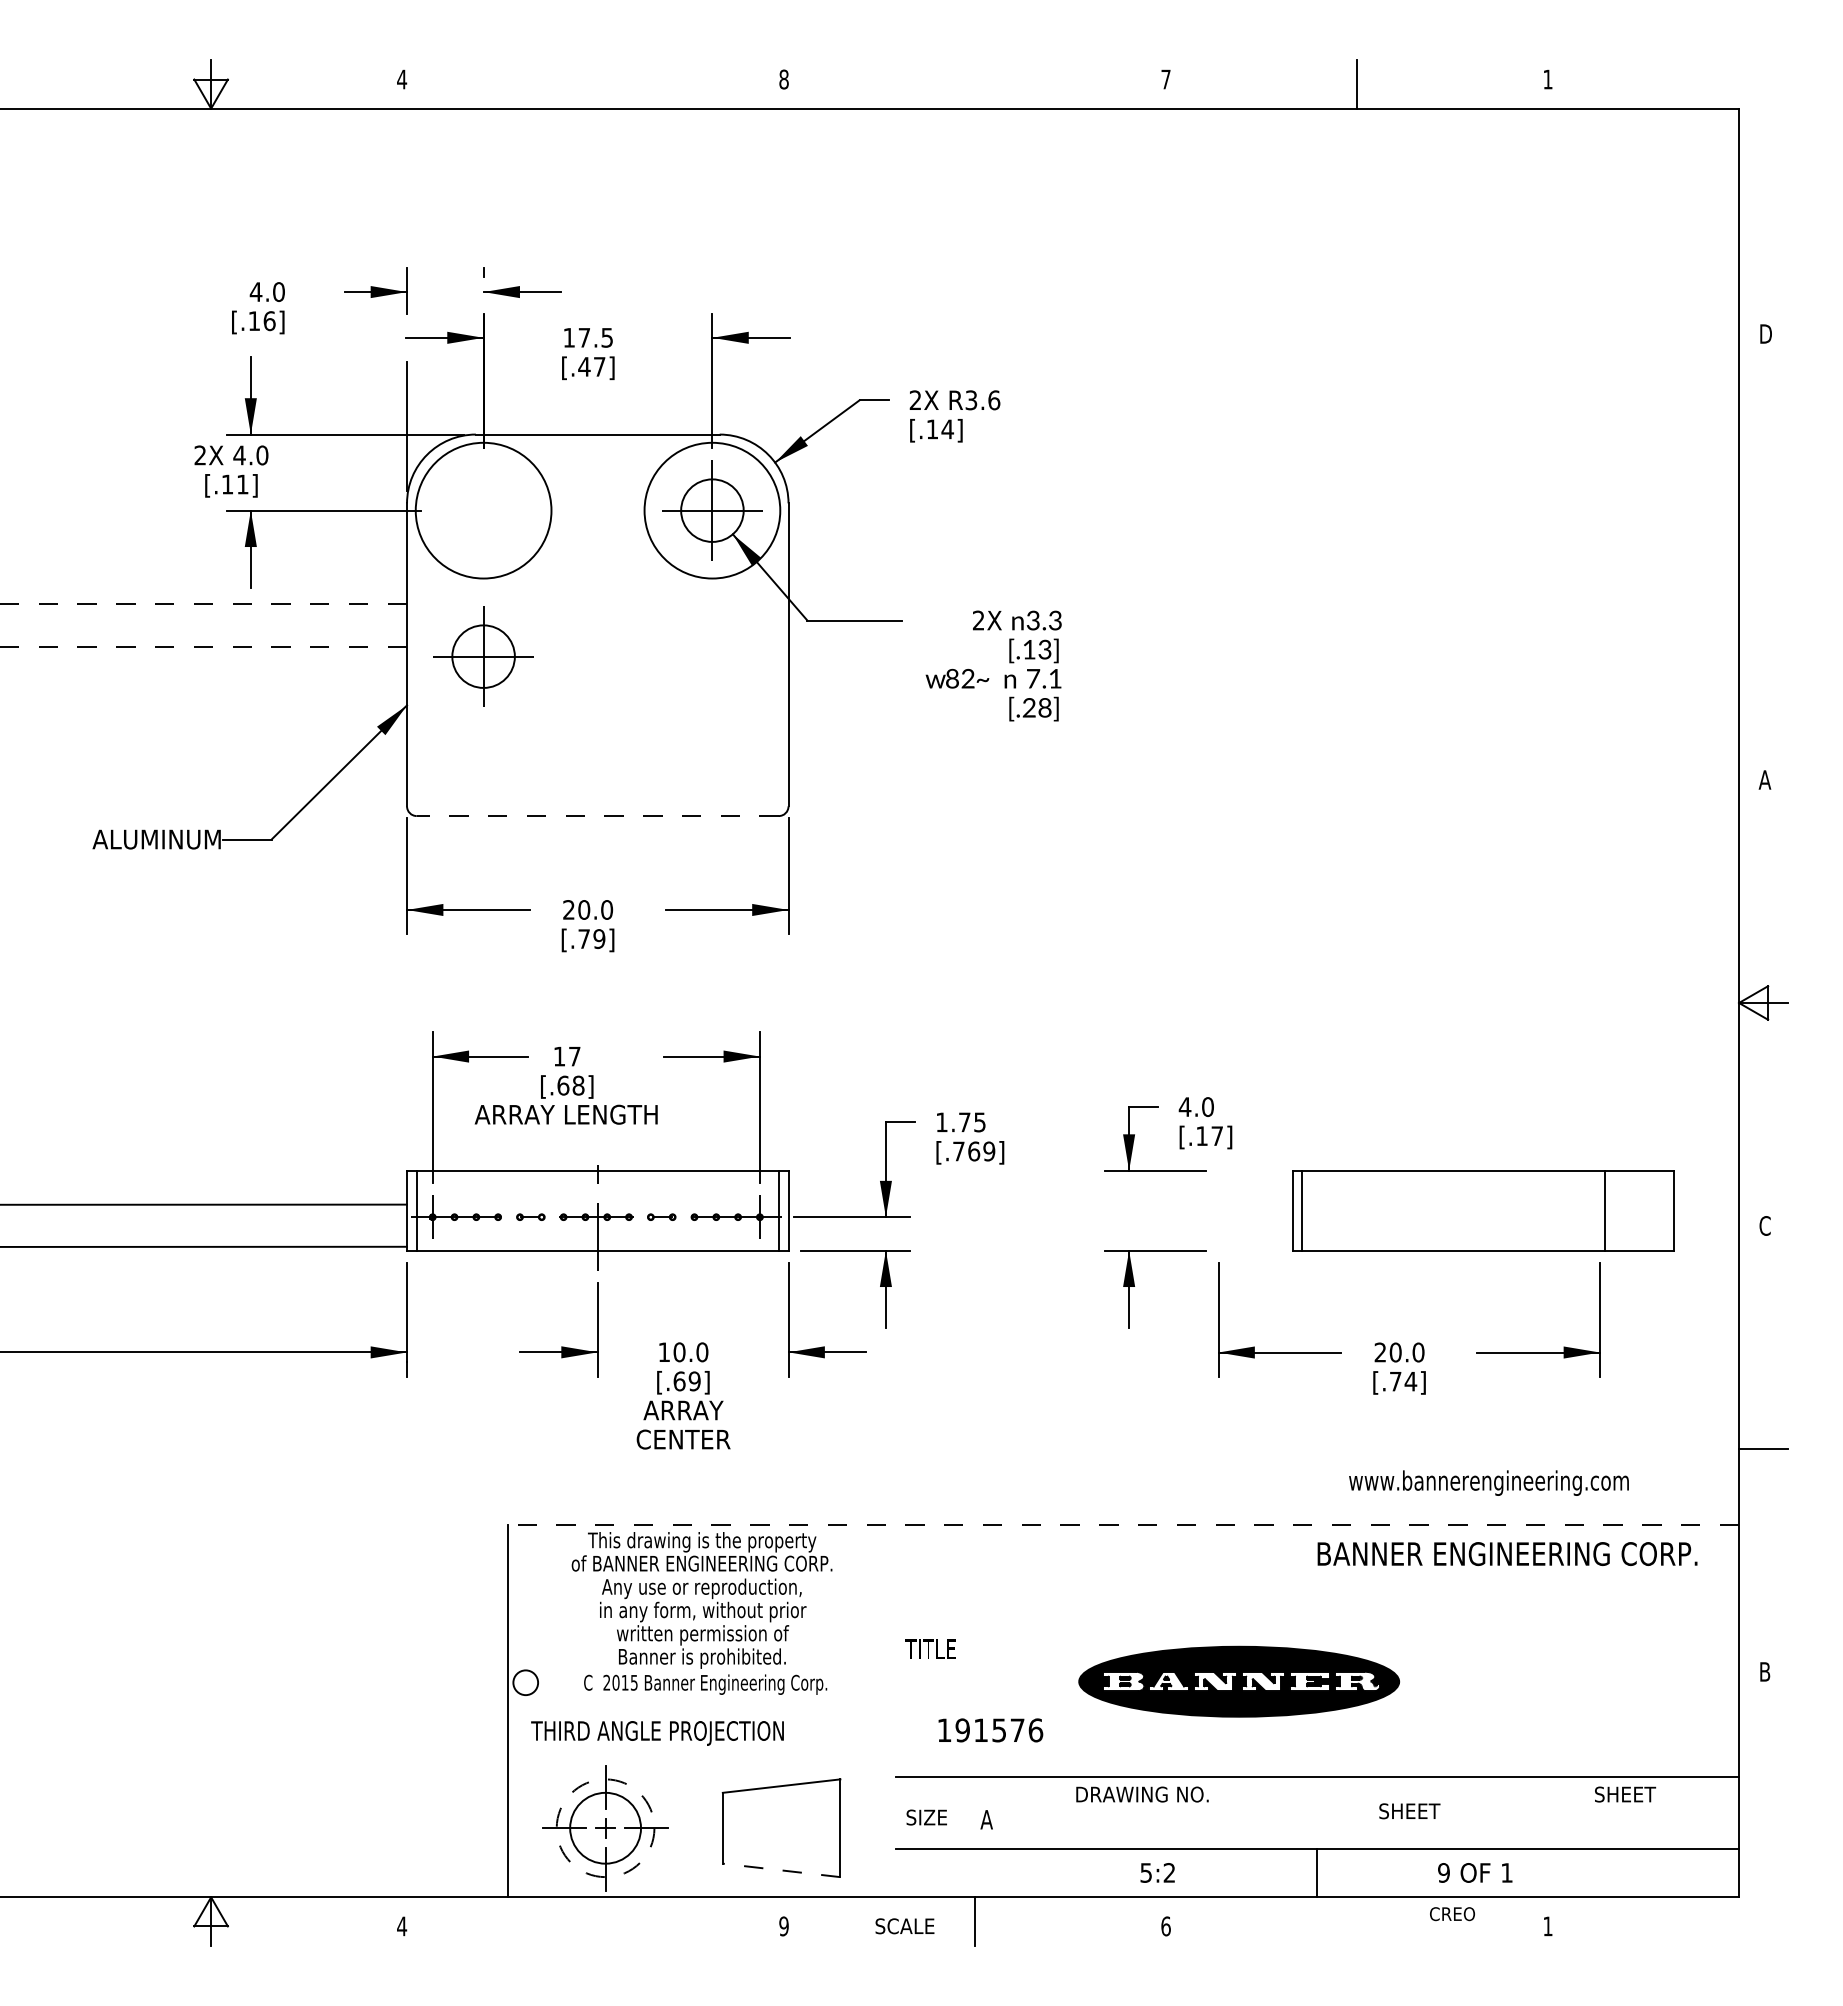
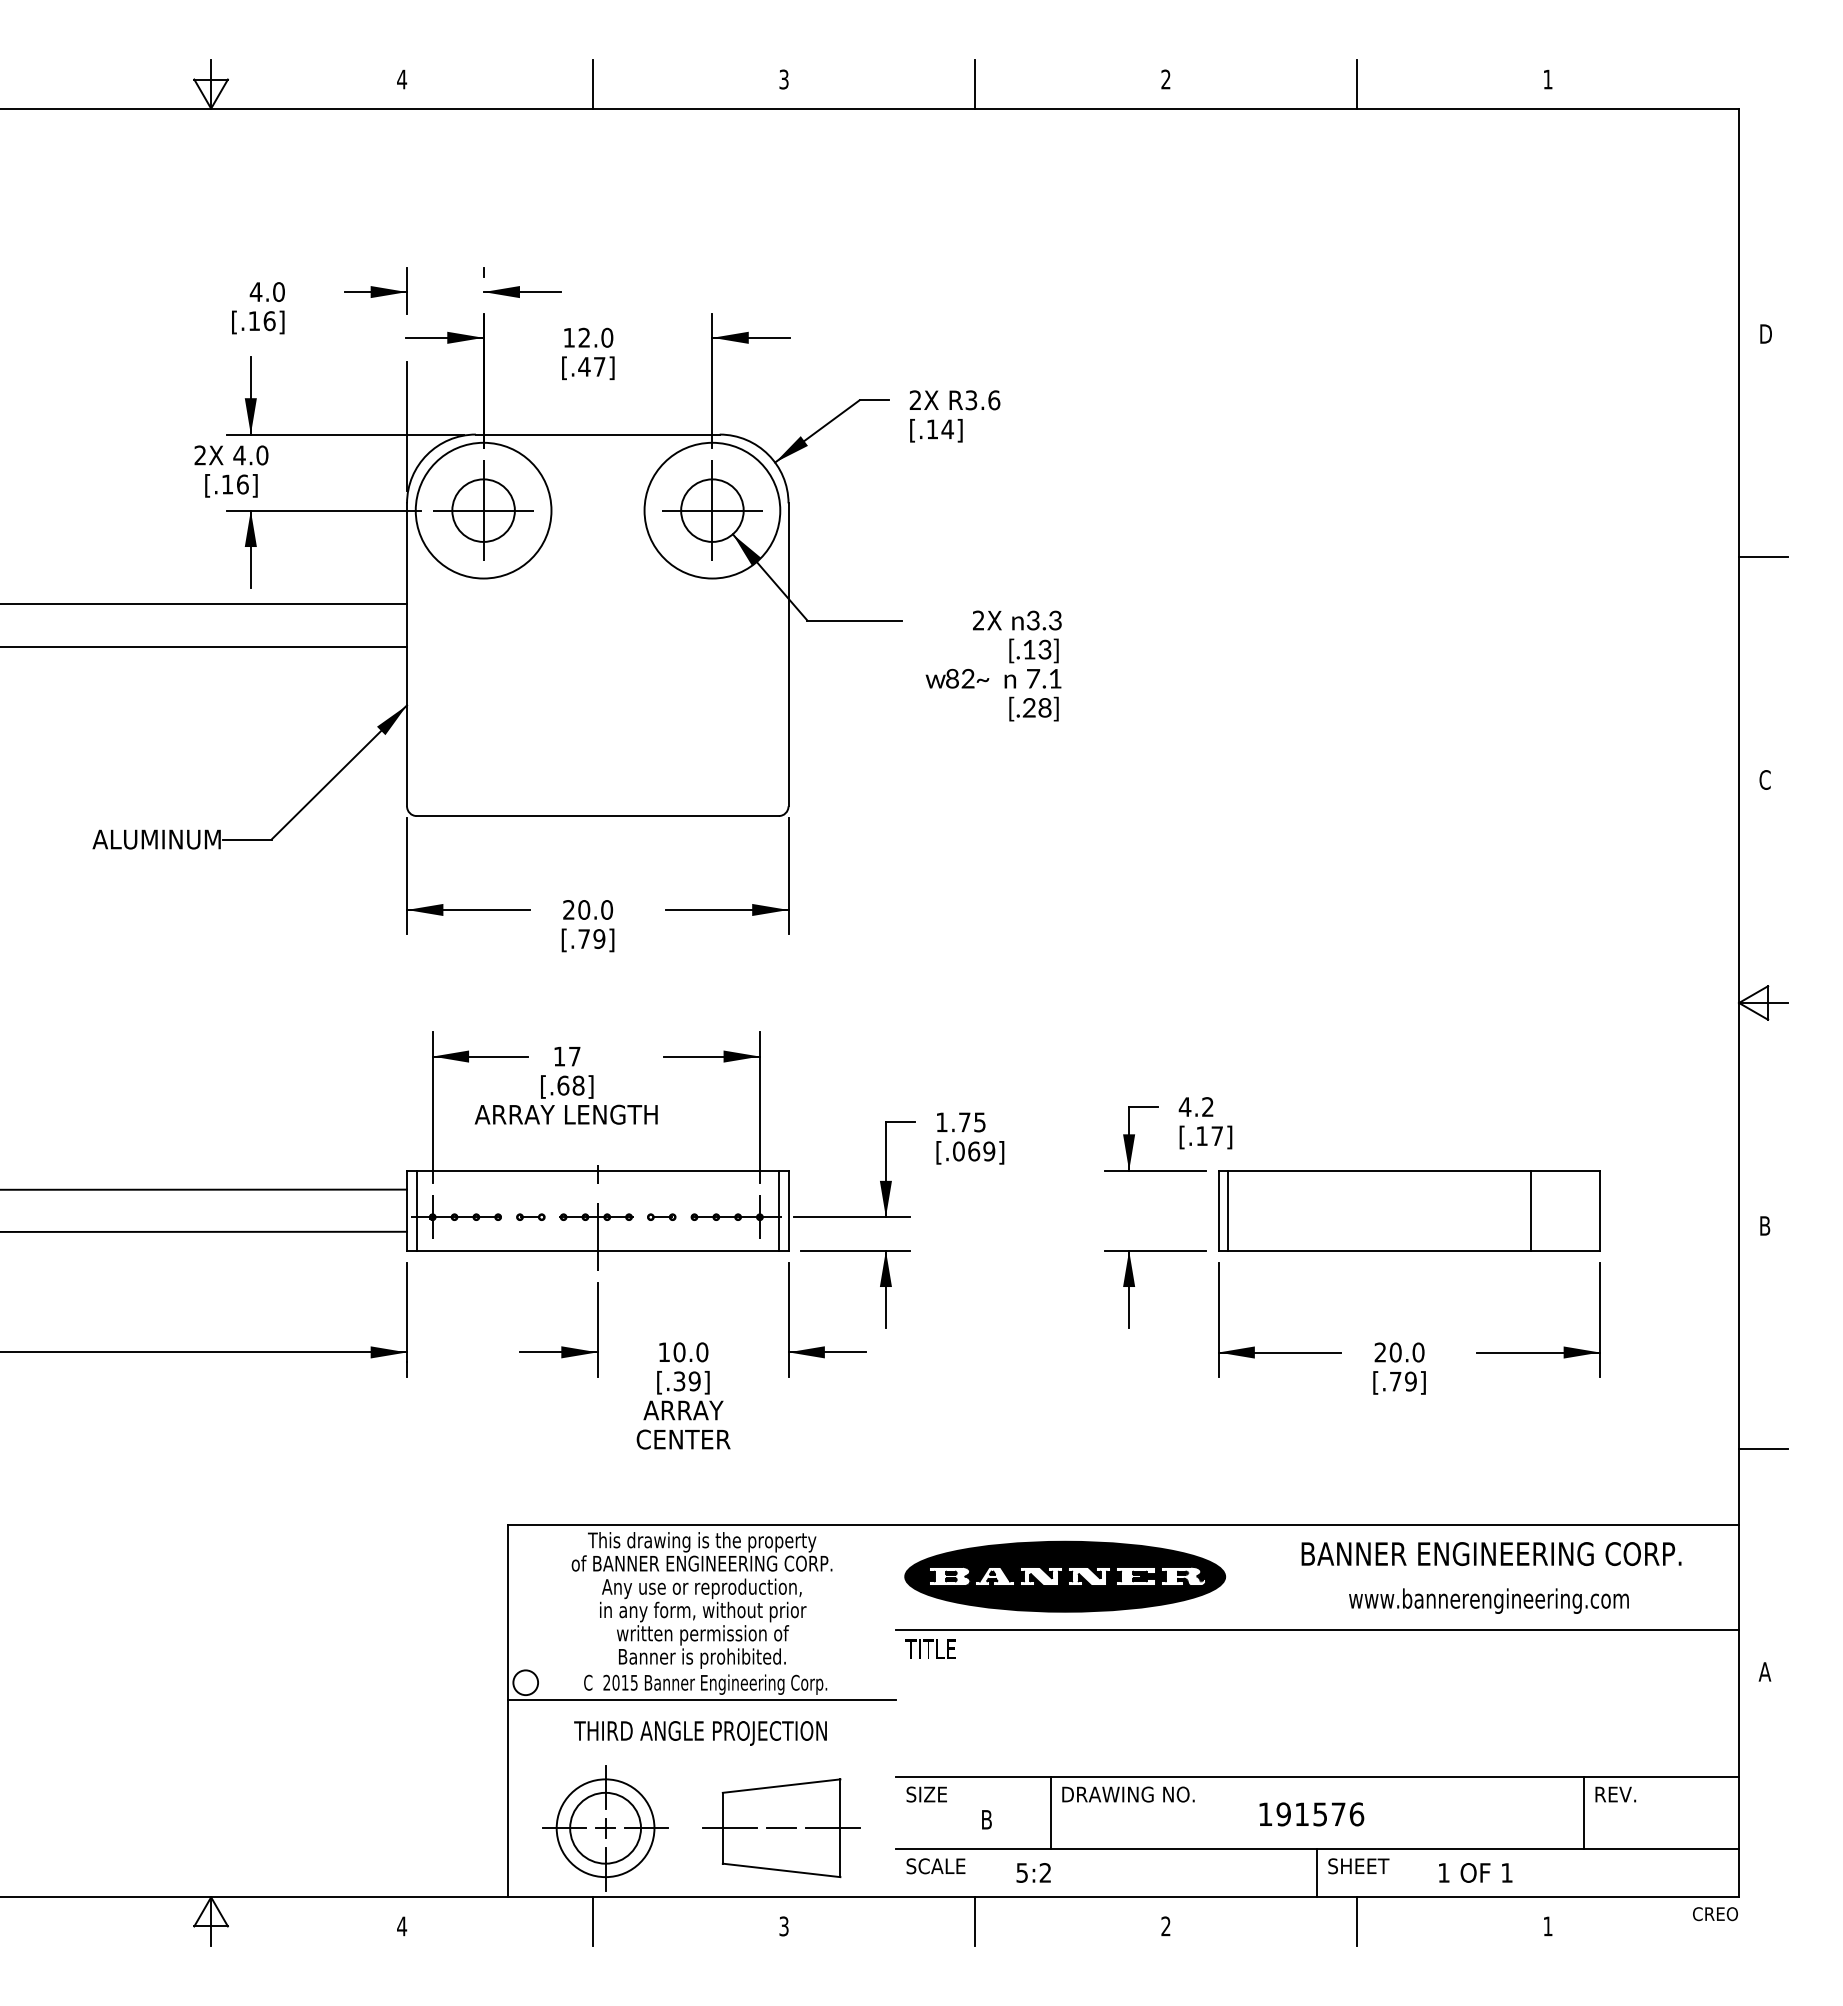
text at (783, 79): 8 -> 3
text at (1165, 79): 7 -> 2
line at (593, 84): none -> present
line at (975, 84): none -> present
text at (595, 337): 17.5 -> 12.0
text at (242, 484): [.11] -> [.16]
line at (1763, 557): none -> present
line at (203, 604): dashed -> solid
line at (203, 646): dashed -> solid
part at (483, 656) position: (483, 656) -> (483, 510)
text at (1764, 779): A -> C
line at (597, 816): dashed -> solid
text at (1207, 1106): 4.0 -> 4.2
text at (958, 1151): [.769] -> [.069]
line at (204, 1204) position: (204, 1204) -> (204, 1189)
part at (1483, 1210) position: (1483, 1210) -> (1409, 1210)
text at (1764, 1225): C -> B
line at (204, 1246) position: (204, 1246) -> (204, 1231)
text at (679, 1381): [.69] -> [.39]
text at (1410, 1381): [.74] -> [.79]
text at (1488, 1482) position: (1488, 1482) -> (1488, 1600)
line at (1123, 1525): dashed -> solid
text at (1507, 1553) position: (1507, 1553) -> (1491, 1553)
line at (1317, 1629): none -> present
text at (1764, 1671): B -> A
part at (1239, 1681) position: (1239, 1681) -> (1065, 1576)
line at (701, 1699): none -> present
text at (990, 1730) position: (990, 1730) -> (1311, 1814)
text at (657, 1733) position: (657, 1733) -> (700, 1733)
text at (1142, 1794) position: (1142, 1794) -> (1128, 1794)
text at (1625, 1794): SHEET -> REV.
text at (1409, 1811) position: (1409, 1811) -> (1358, 1866)
line at (1050, 1812): none -> present
line at (1583, 1812): none -> present
text at (926, 1817) position: (926, 1817) -> (926, 1794)
text at (986, 1819): A -> B
circle at (605, 1828): dashed -> solid
line at (730, 1828): none -> present
line at (781, 1828): none -> present
line at (832, 1828): none -> present
line at (781, 1870): dashed -> solid
text at (1157, 1872) position: (1157, 1872) -> (1033, 1872)
text at (1443, 1872): 9 -> 1
text at (1452, 1914) position: (1452, 1914) -> (1715, 1914)
line at (593, 1921): none -> present
line at (1357, 1921): none -> present
text at (783, 1926): 9 -> 3
text at (904, 1926) position: (904, 1926) -> (935, 1866)
text at (1165, 1926): 6 -> 2
